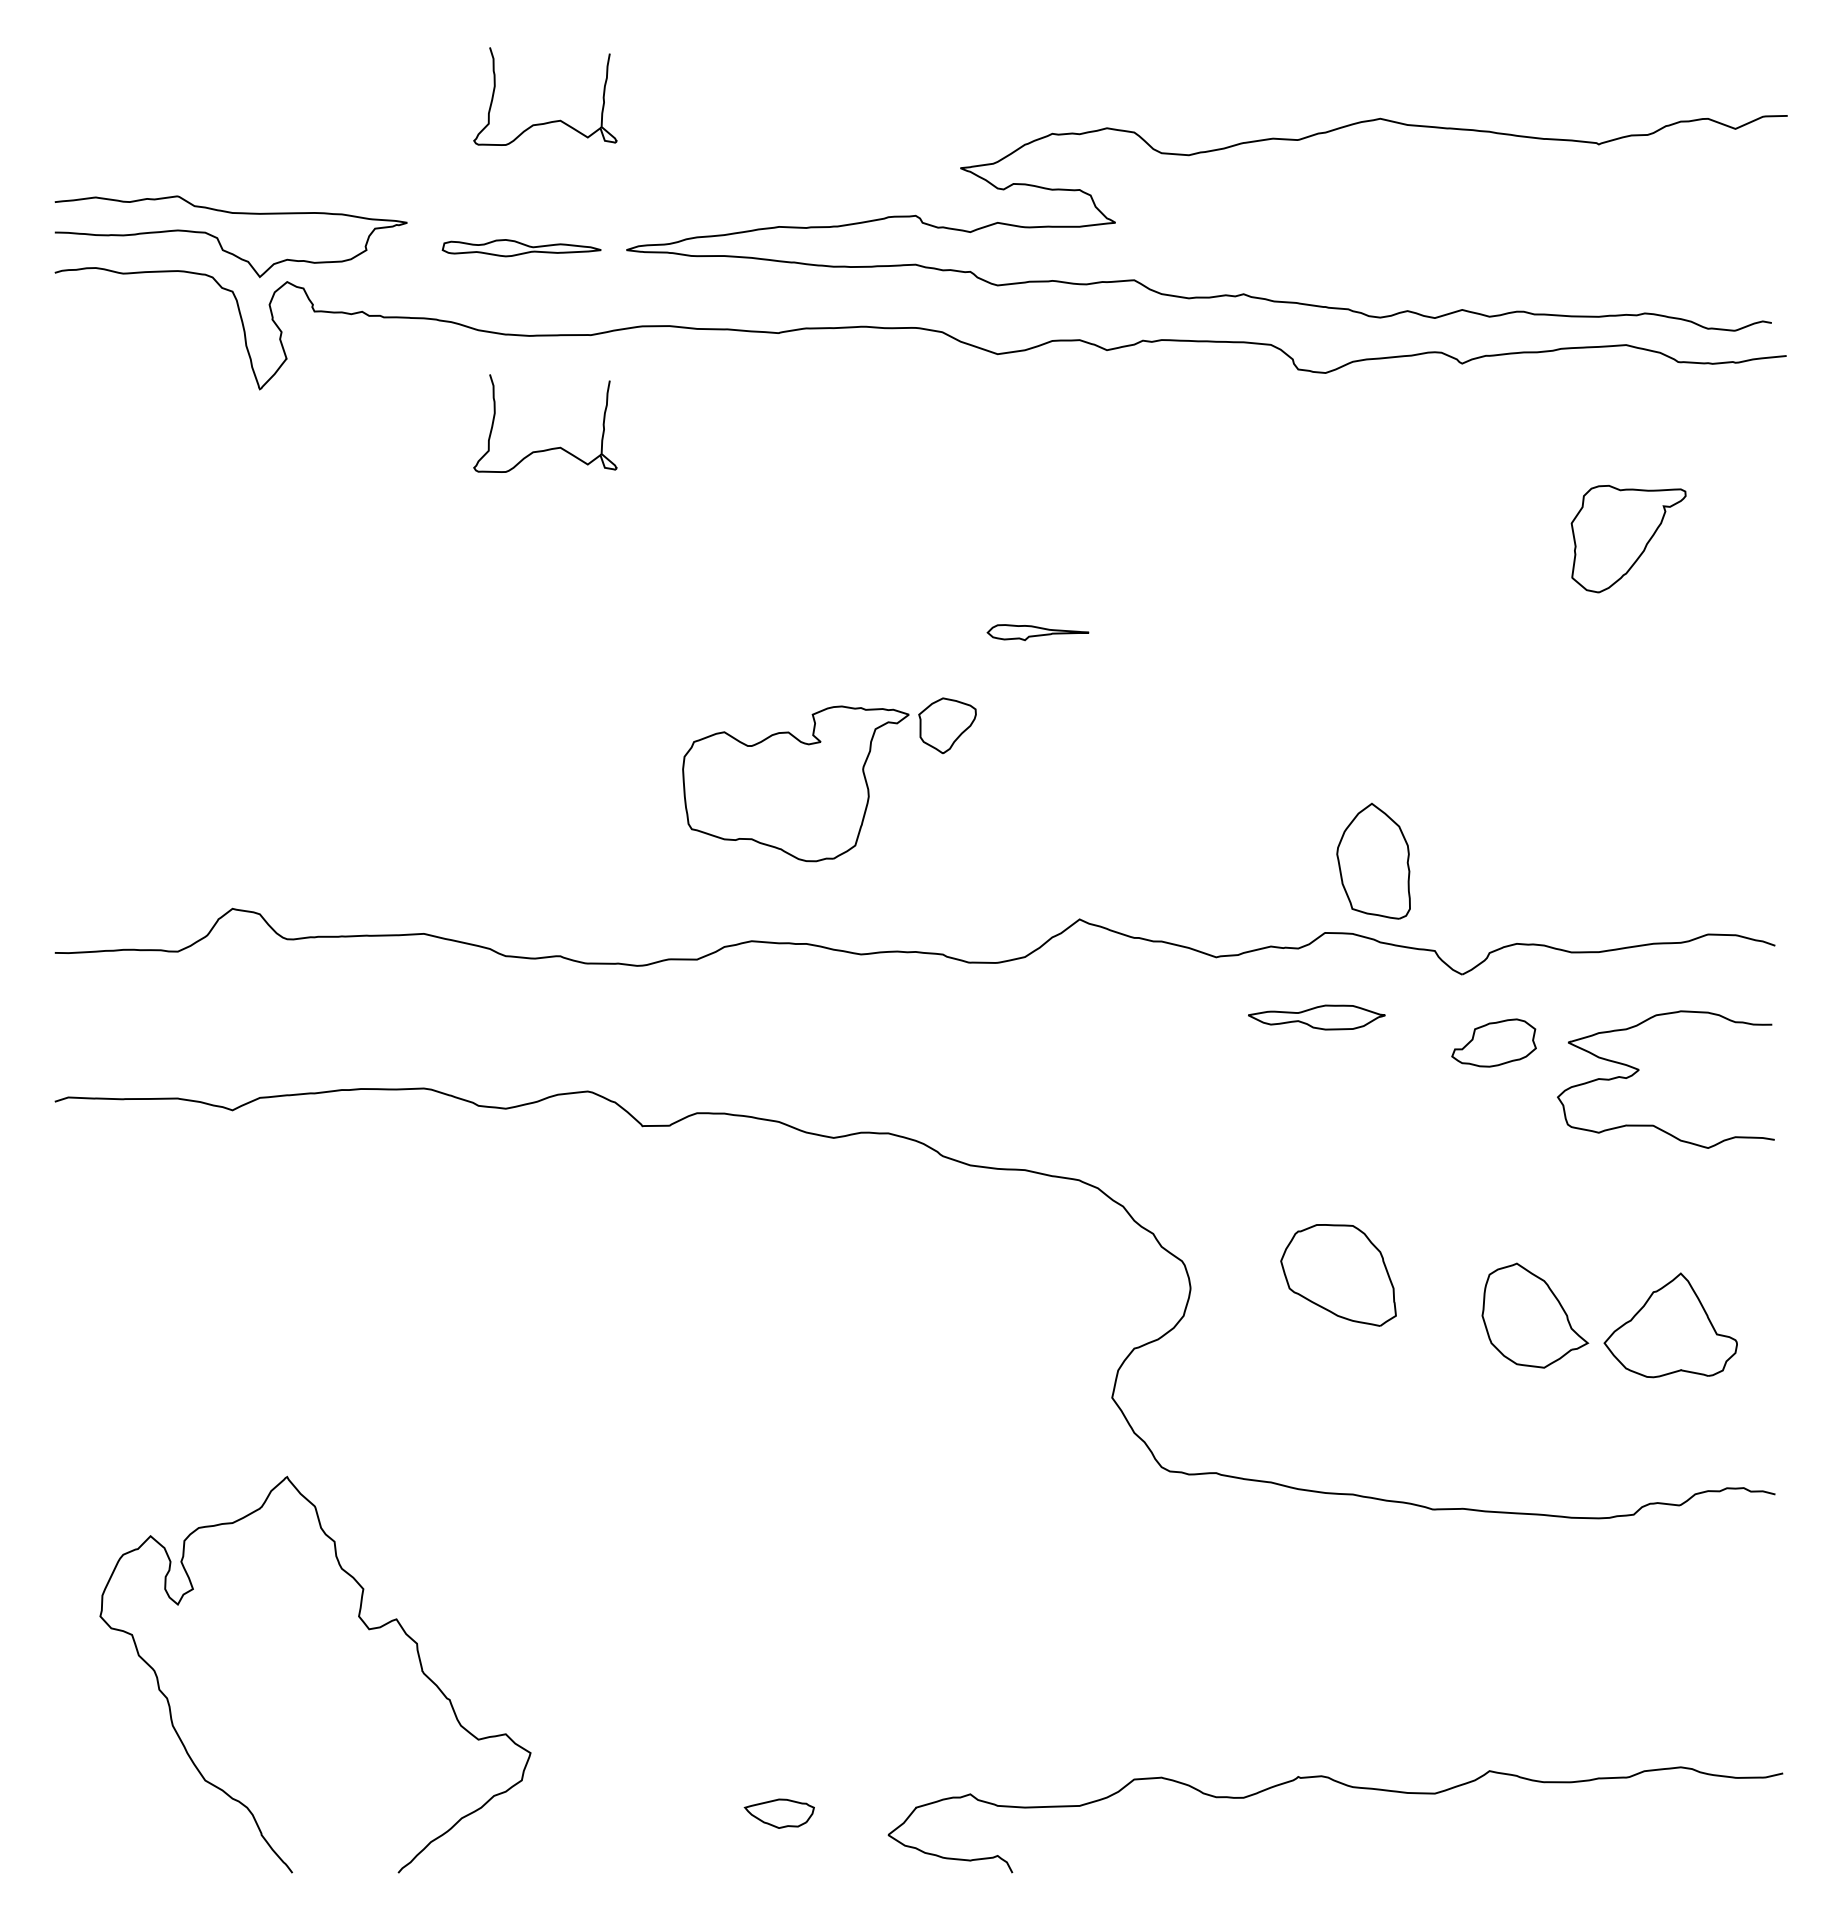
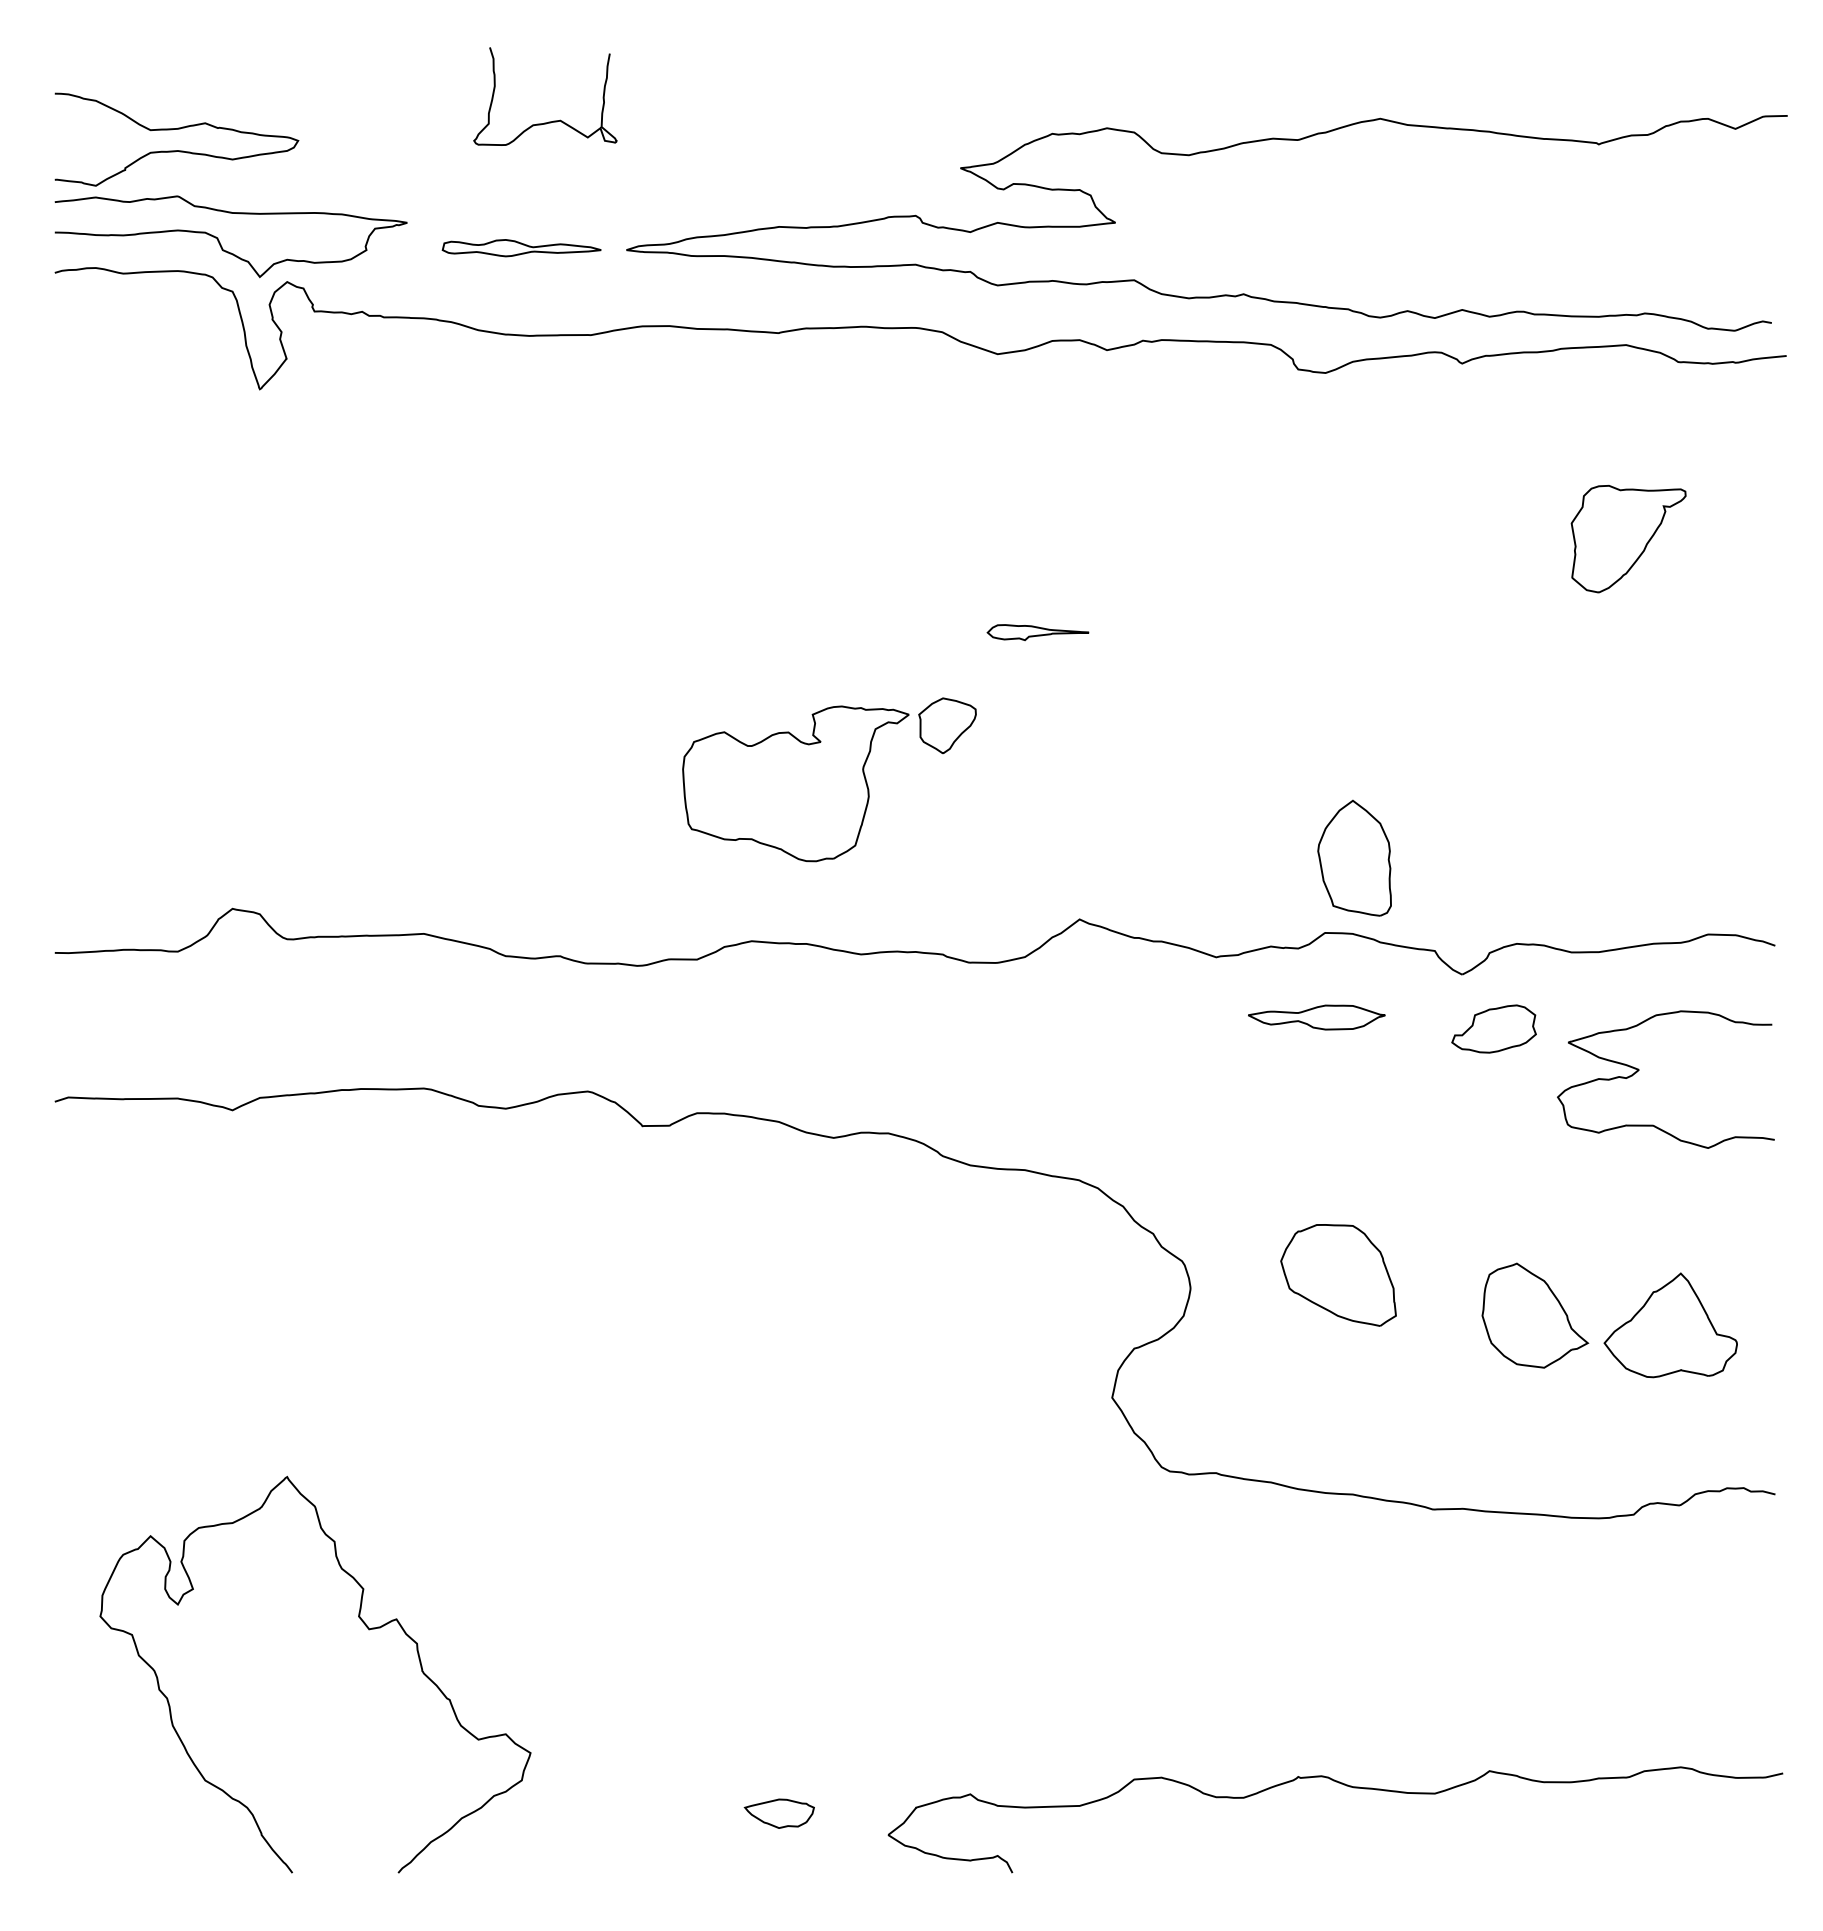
curve at (172, 130): none -> present
curve at (548, 448): present -> none
part at (1373, 860) position: (1373, 860) -> (1354, 857)
part at (1493, 1042) position: (1493, 1042) -> (1493, 1028)
